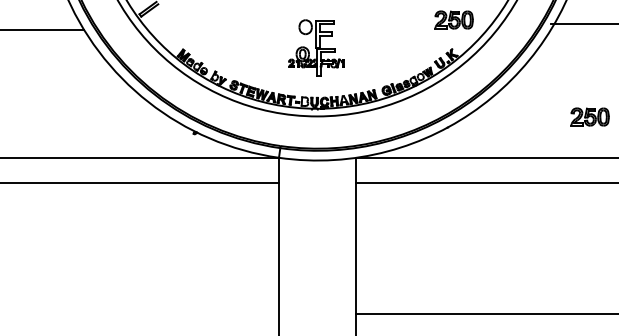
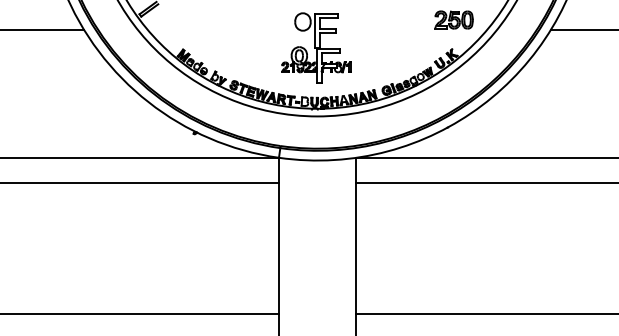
line at (582, 24) position: (582, 24) -> (582, 30)
part at (316, 47) size: 57x58 px -> 71x72 px
part at (589, 116): present -> none
line at (140, 313): none -> present
